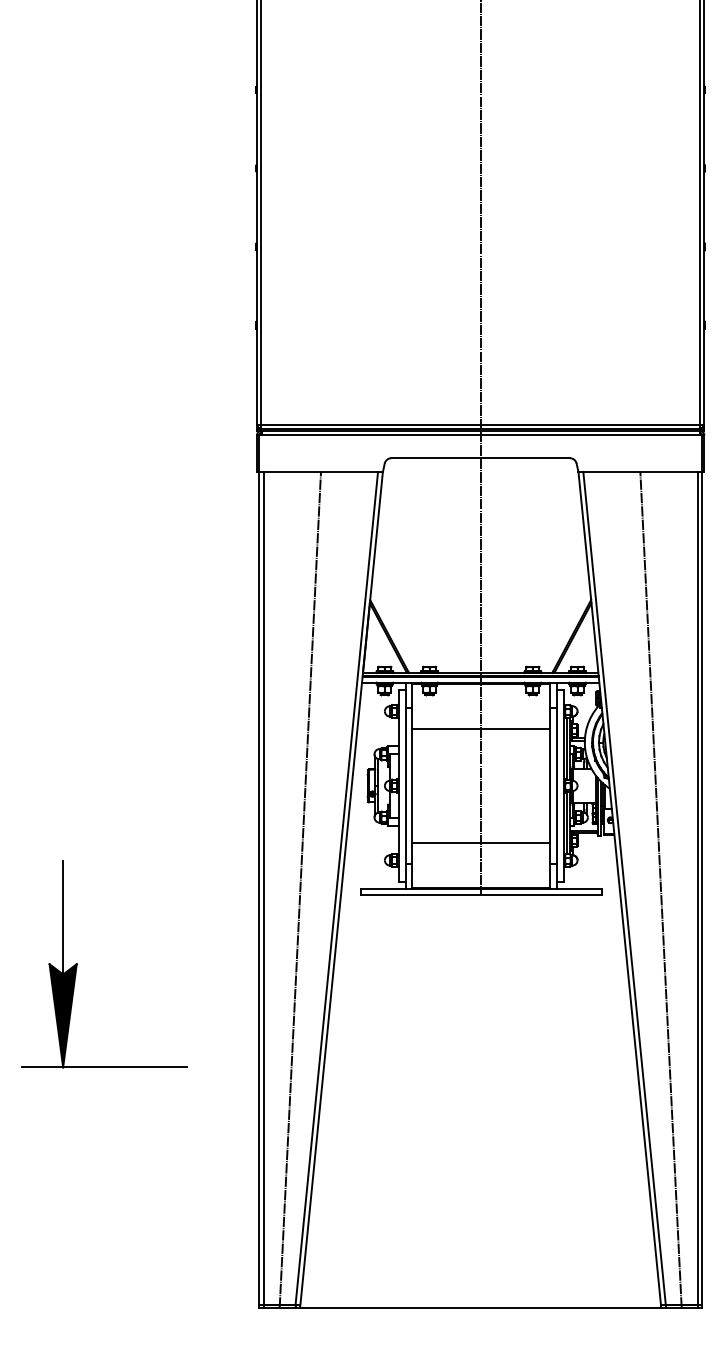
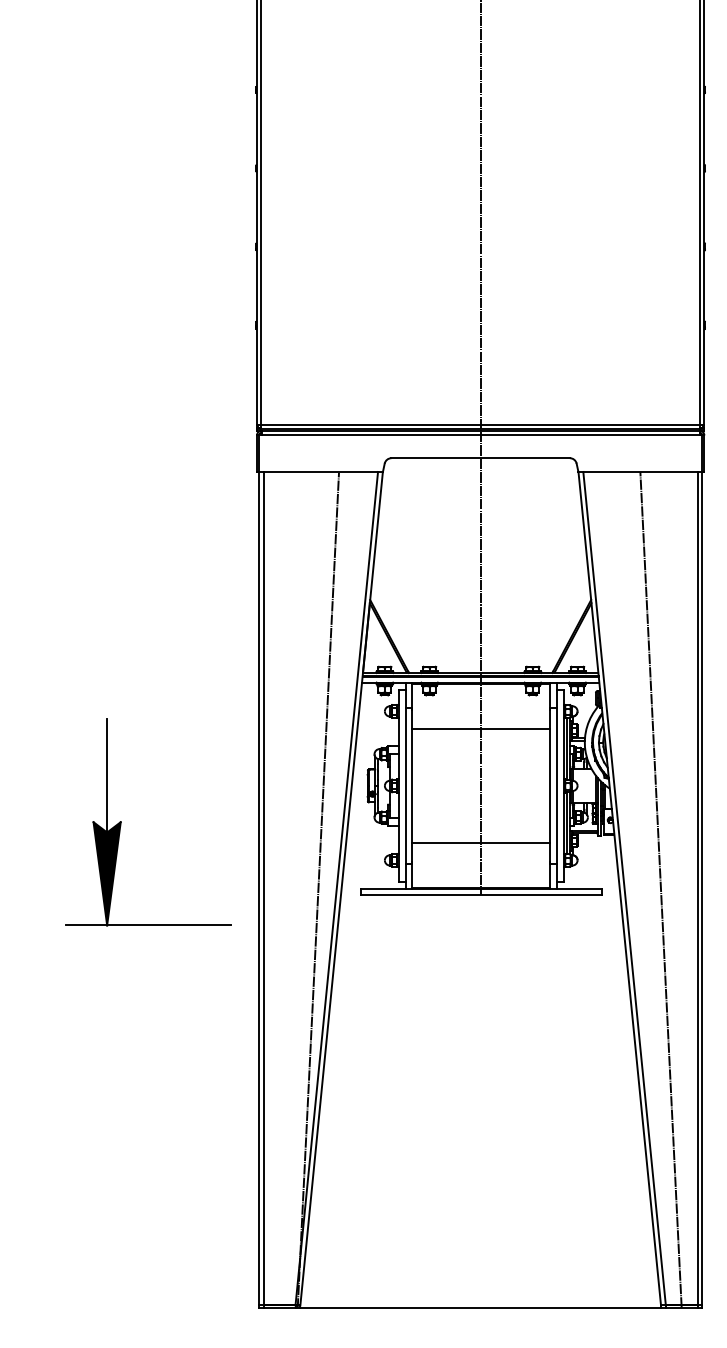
line at (300, 889) position: (300, 889) -> (318, 890)
part at (77, 964) position: (77, 964) -> (121, 822)
